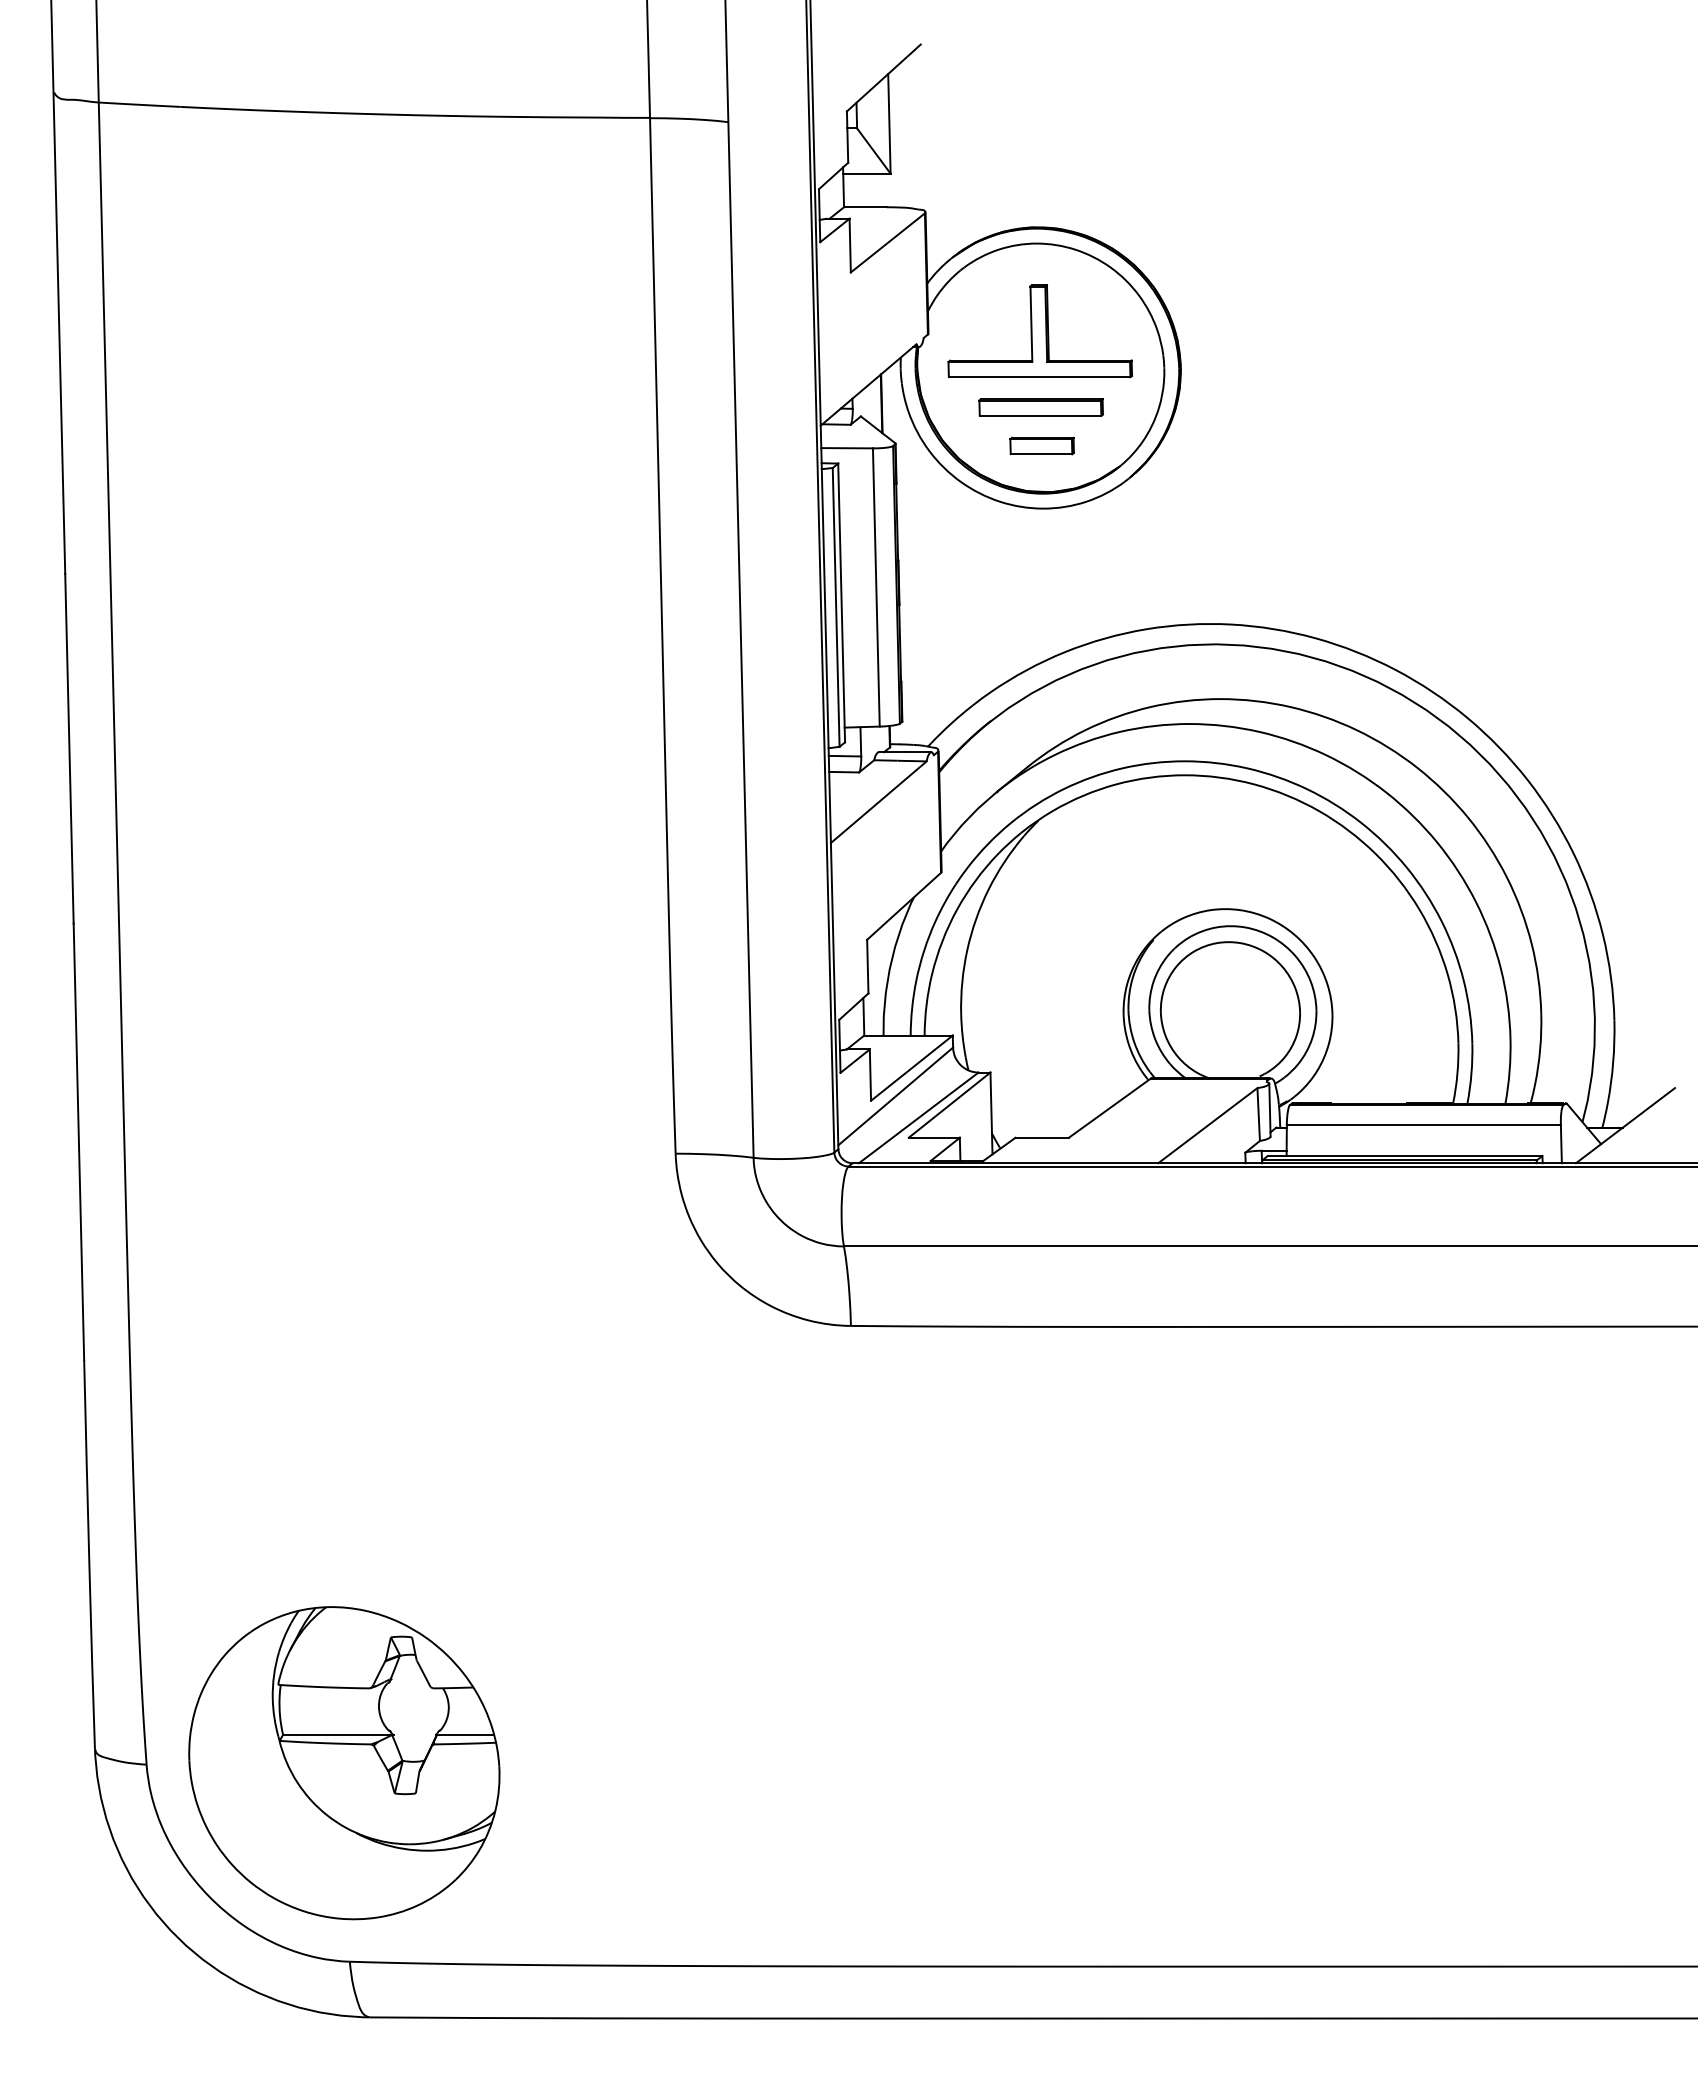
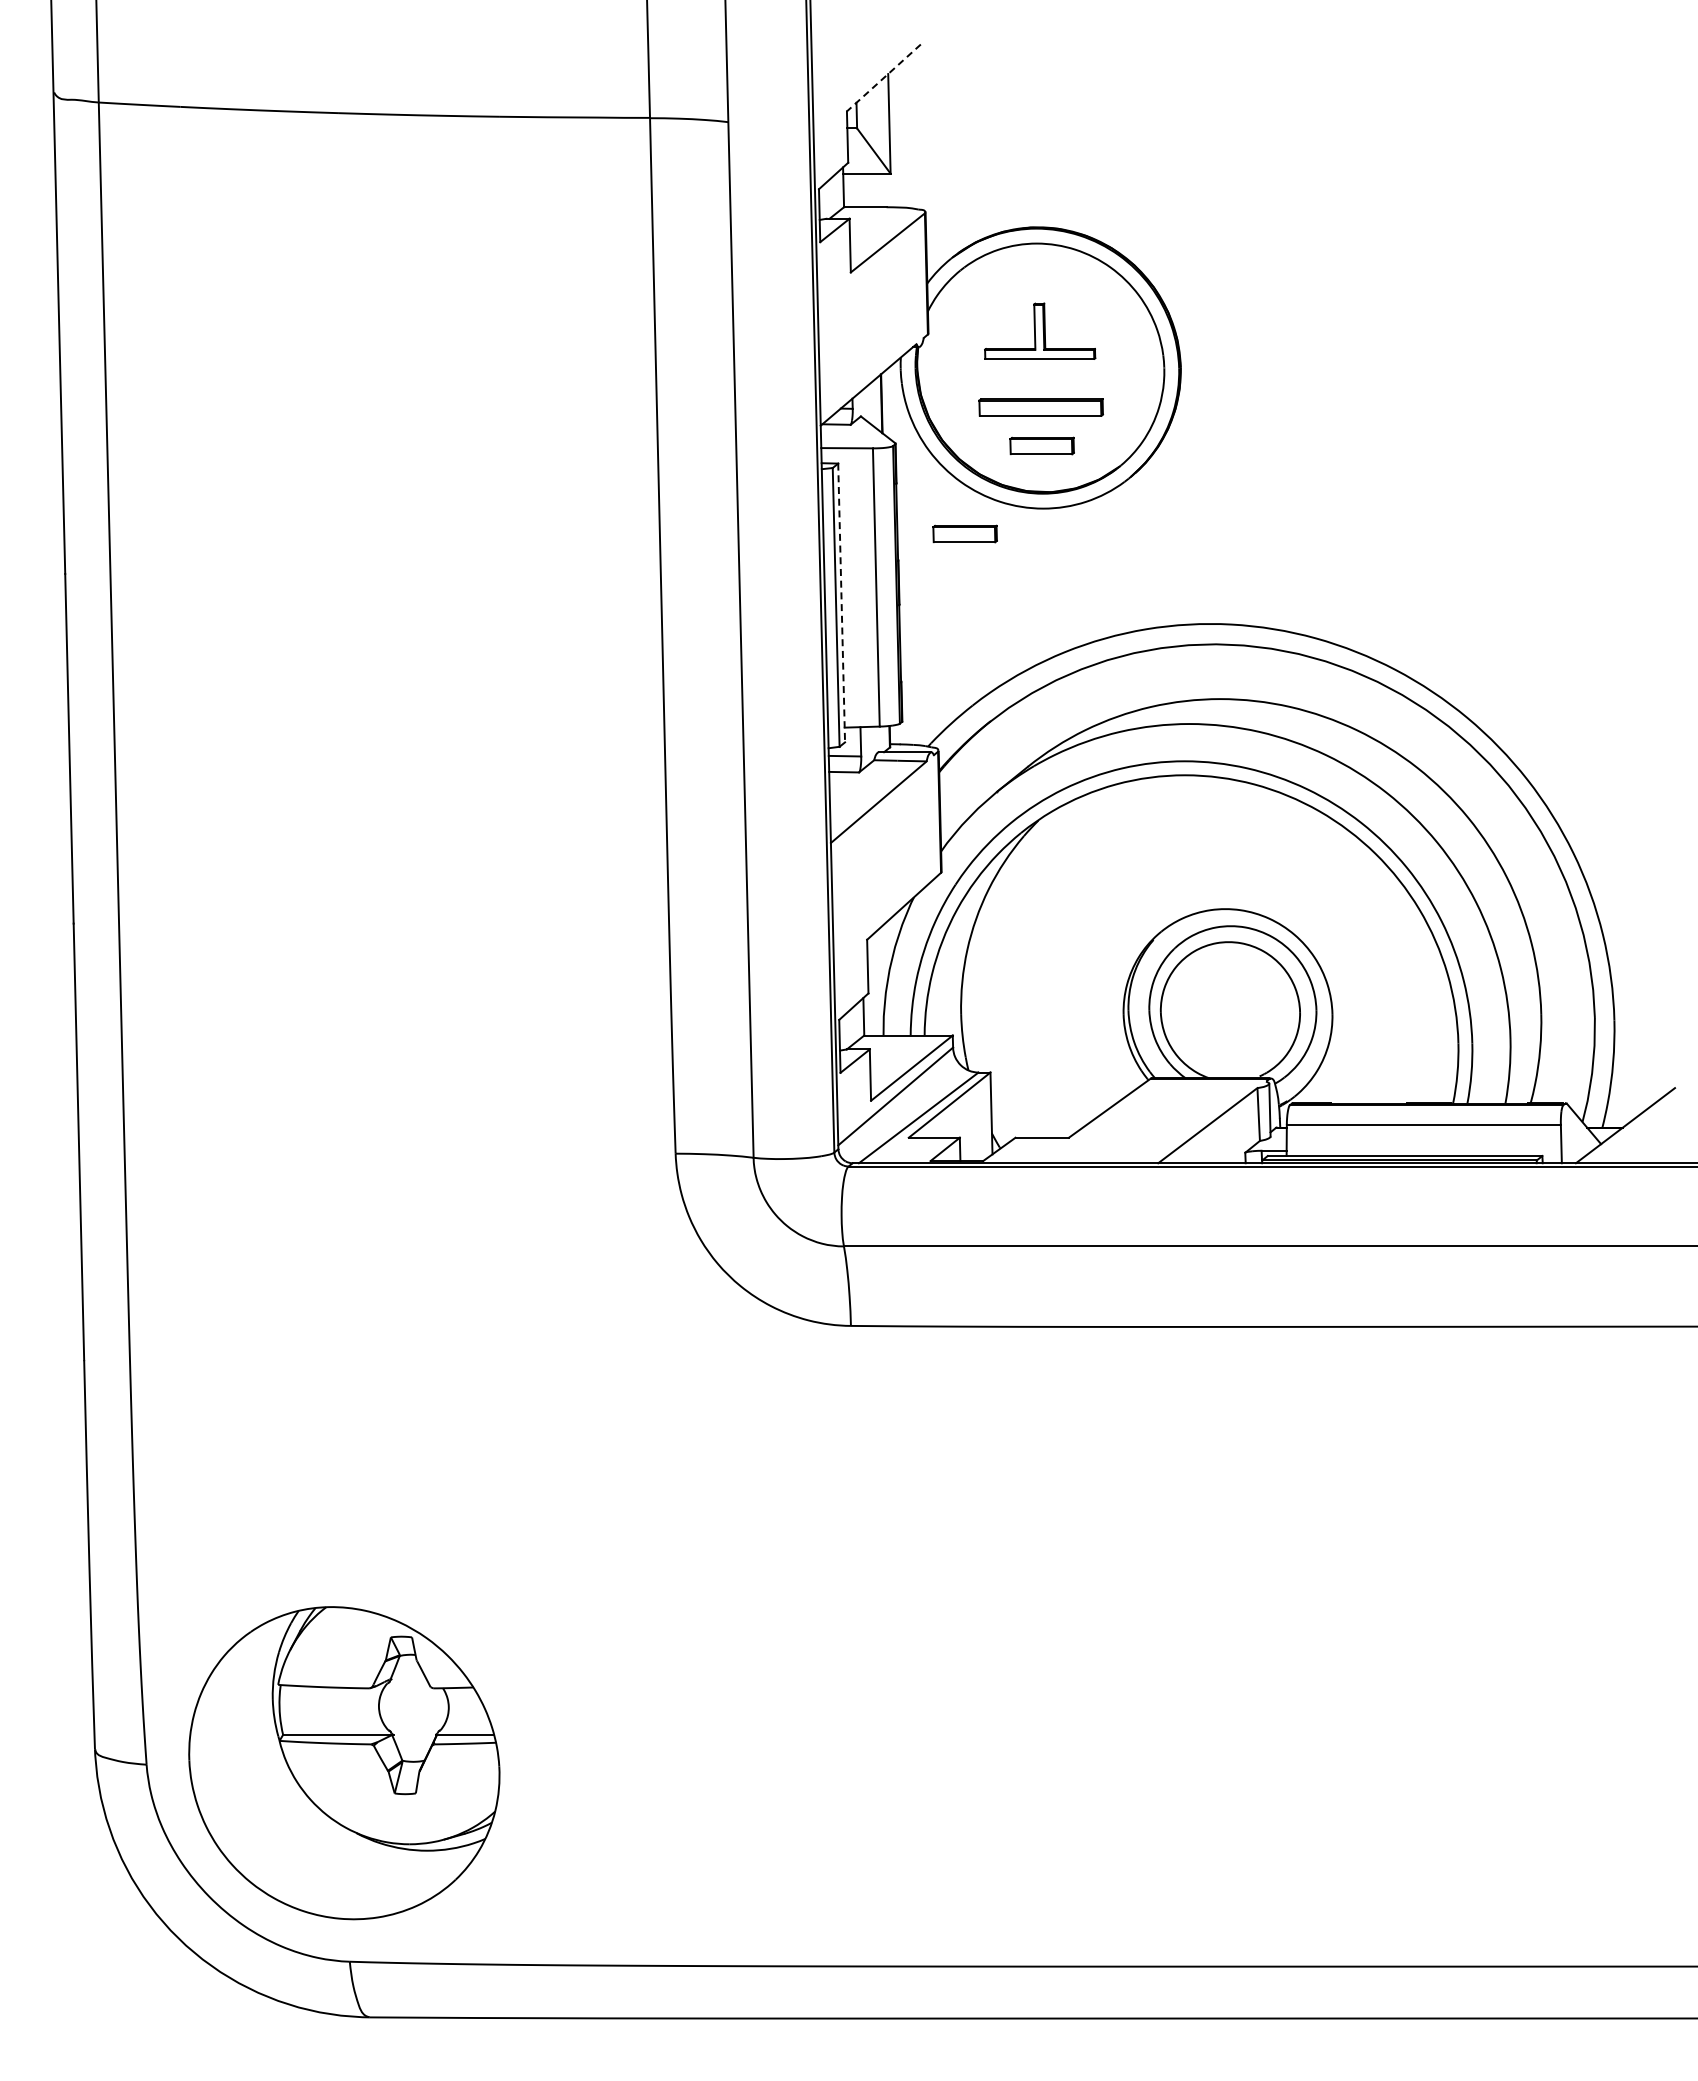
line at (883, 77): solid -> dashed
part at (1039, 331) size: 186x95 px -> 113x58 px
part at (964, 533): none -> present
line at (841, 603): solid -> dashed
